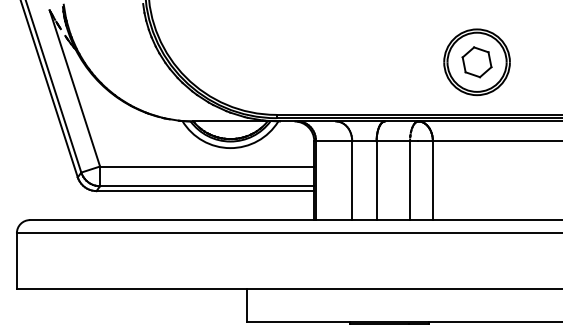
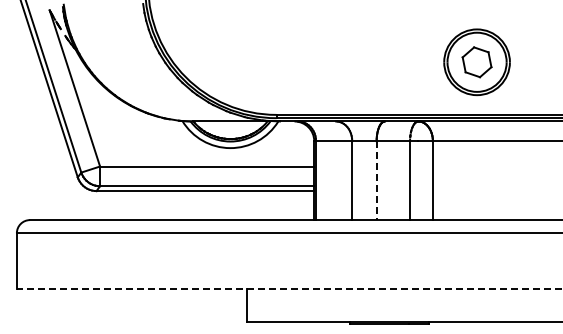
line at (376, 181): solid -> dashed
line at (289, 289): solid -> dashed
